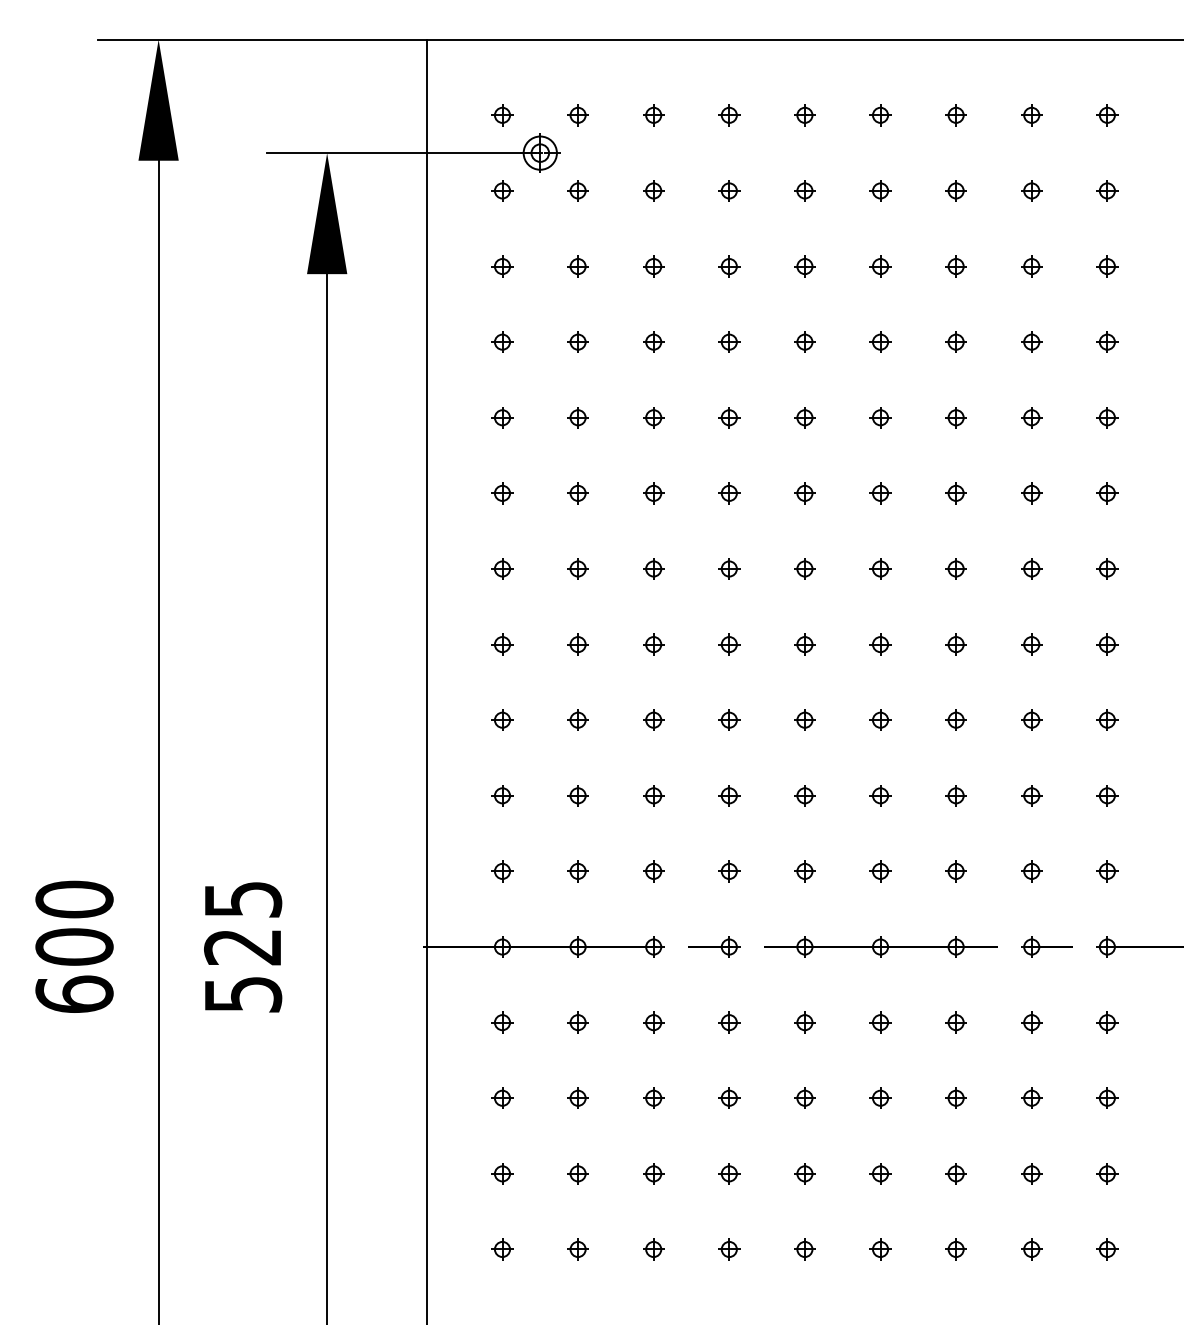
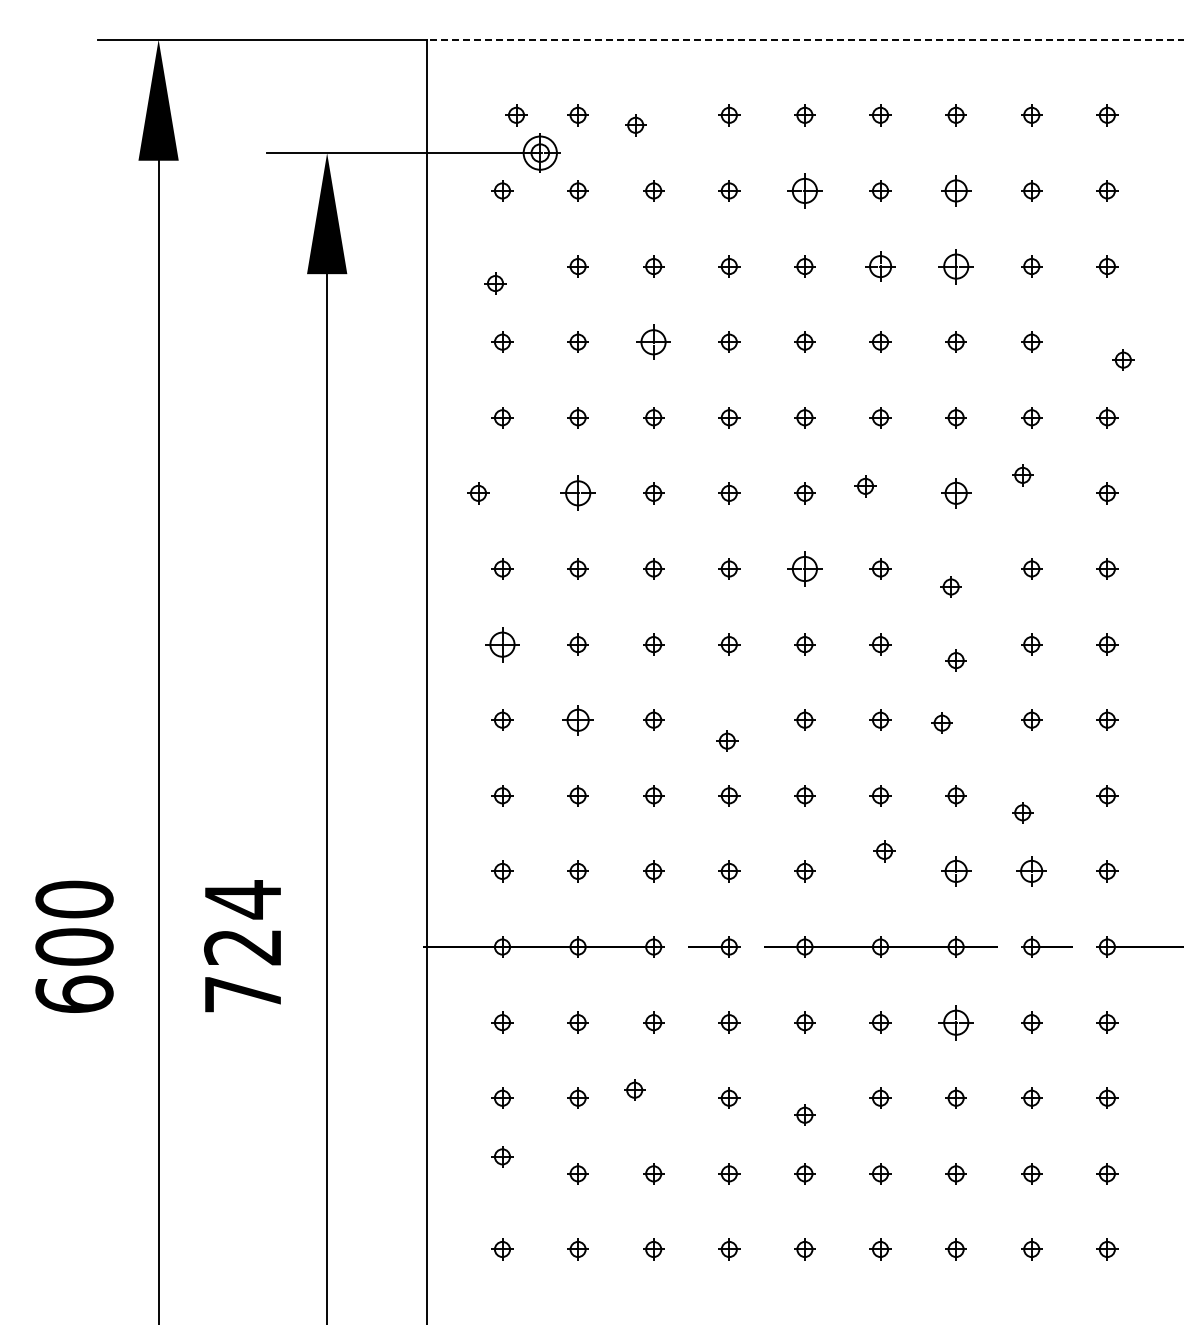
line at (804, 39): solid -> dashed
part at (502, 115) position: (502, 115) -> (516, 115)
part at (653, 115) position: (653, 115) -> (635, 125)
part at (804, 190) size: 22x22 px -> 36x36 px
part at (955, 190) size: 22x22 px -> 31x32 px
part at (502, 266) position: (502, 266) -> (495, 283)
part at (880, 266) size: 23x23 px -> 31x31 px
part at (955, 266) size: 22x23 px -> 36x36 px
part at (653, 341) size: 22x22 px -> 35x36 px
part at (1107, 341) position: (1107, 341) -> (1123, 359)
part at (502, 493) position: (502, 493) -> (478, 493)
part at (577, 493) size: 22x23 px -> 36x36 px
part at (880, 493) position: (880, 493) -> (865, 486)
part at (955, 493) size: 22x23 px -> 31x31 px
part at (1031, 493) position: (1031, 493) -> (1022, 475)
part at (804, 568) size: 22x22 px -> 36x36 px
part at (955, 568) position: (955, 568) -> (950, 586)
part at (502, 644) size: 23x23 px -> 35x36 px
part at (955, 644) position: (955, 644) -> (955, 660)
part at (577, 719) size: 22x22 px -> 32x31 px
part at (729, 719) position: (729, 719) -> (727, 740)
part at (955, 719) position: (955, 719) -> (941, 722)
part at (1031, 795) position: (1031, 795) -> (1022, 812)
part at (880, 871) position: (880, 871) -> (884, 851)
part at (955, 871) size: 22x23 px -> 31x31 px
part at (1031, 871) size: 22x23 px -> 31x31 px
text at (243, 946): 525 -> 724
part at (955, 1022) size: 22x23 px -> 36x36 px
part at (653, 1097) position: (653, 1097) -> (634, 1089)
part at (804, 1097) position: (804, 1097) -> (804, 1114)
part at (502, 1173) position: (502, 1173) -> (502, 1156)
